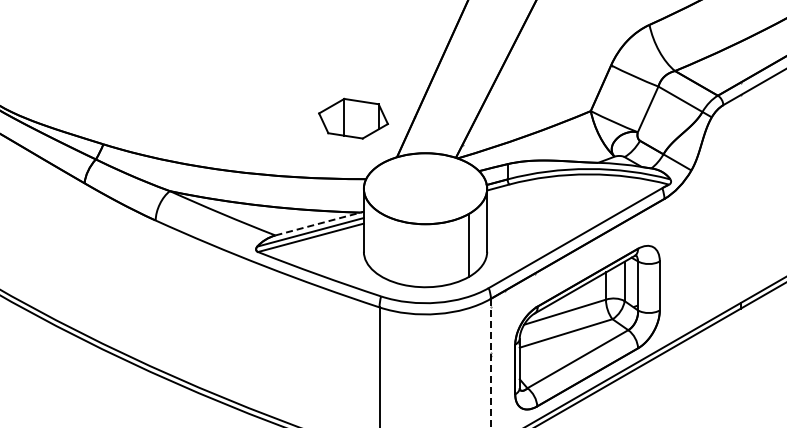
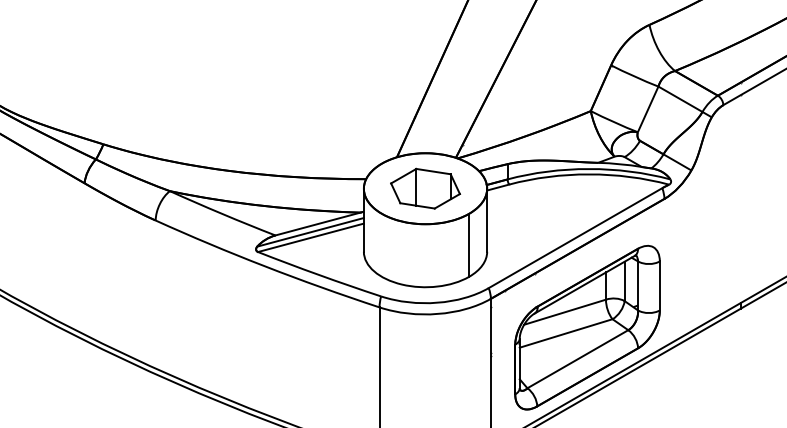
part at (353, 118) position: (353, 118) -> (425, 188)
line at (318, 223): dashed -> solid
line at (490, 363): dashed -> solid
